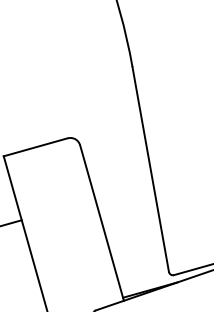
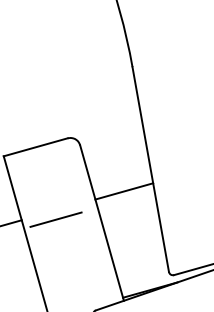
line at (124, 191): none -> present
line at (55, 219): none -> present
